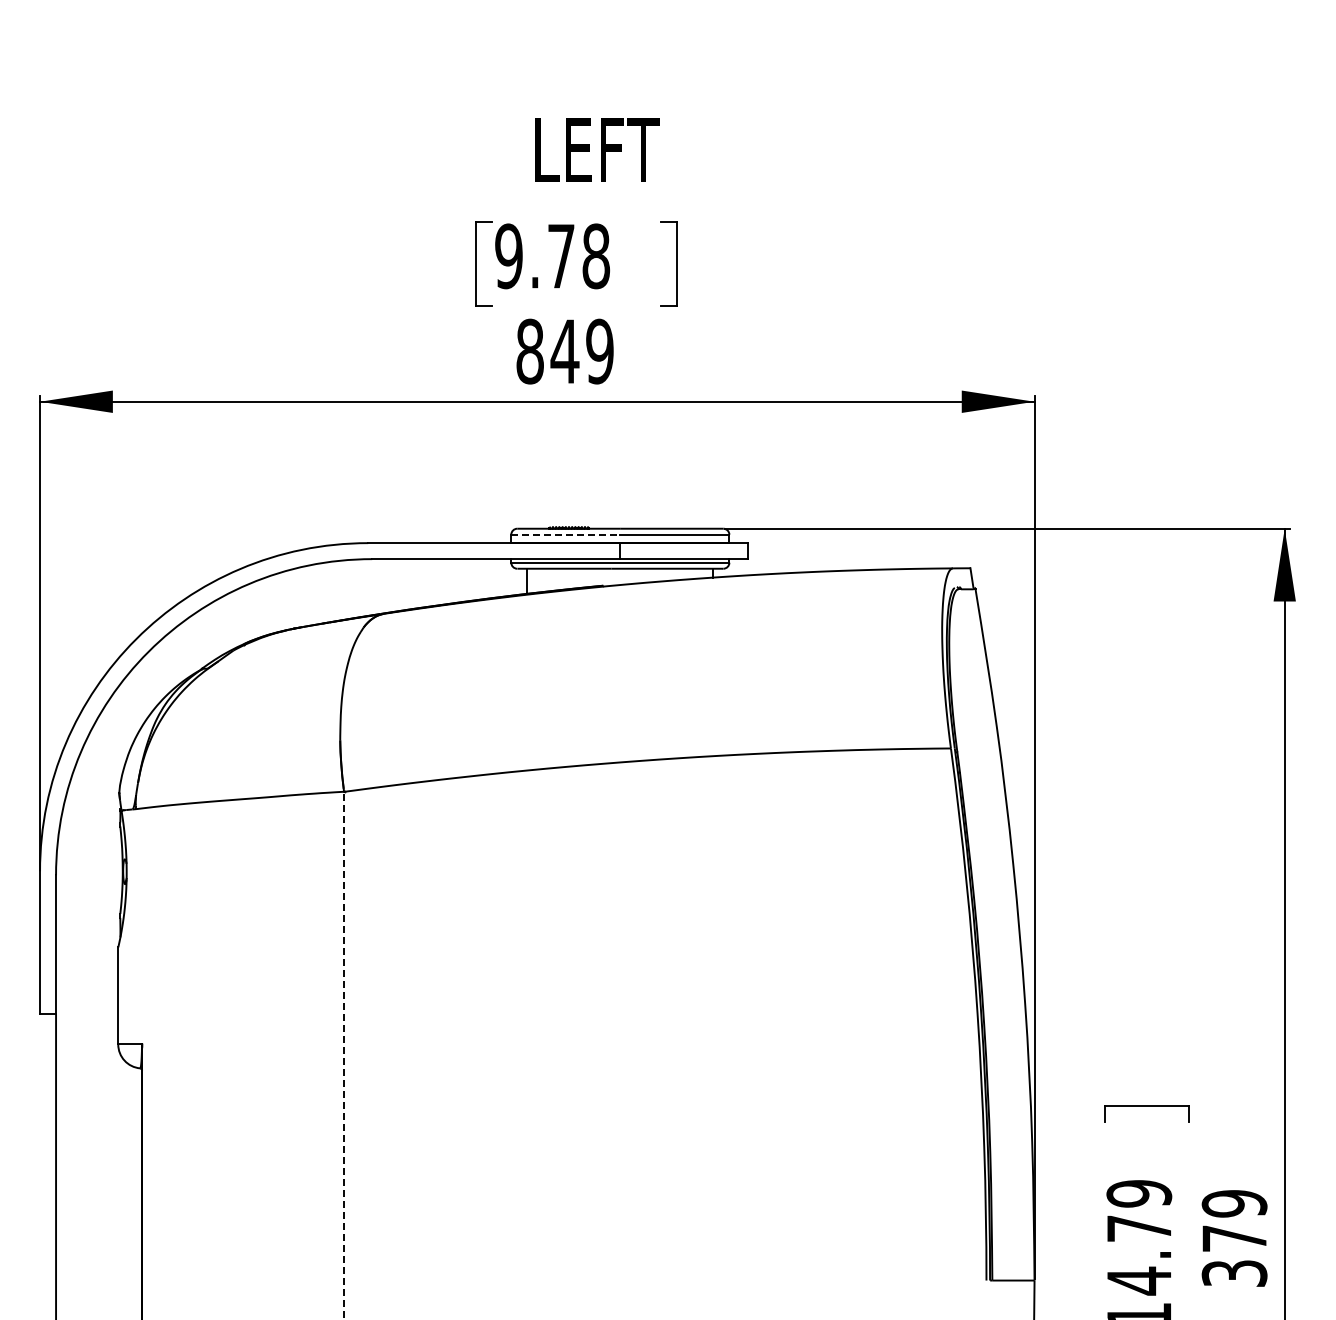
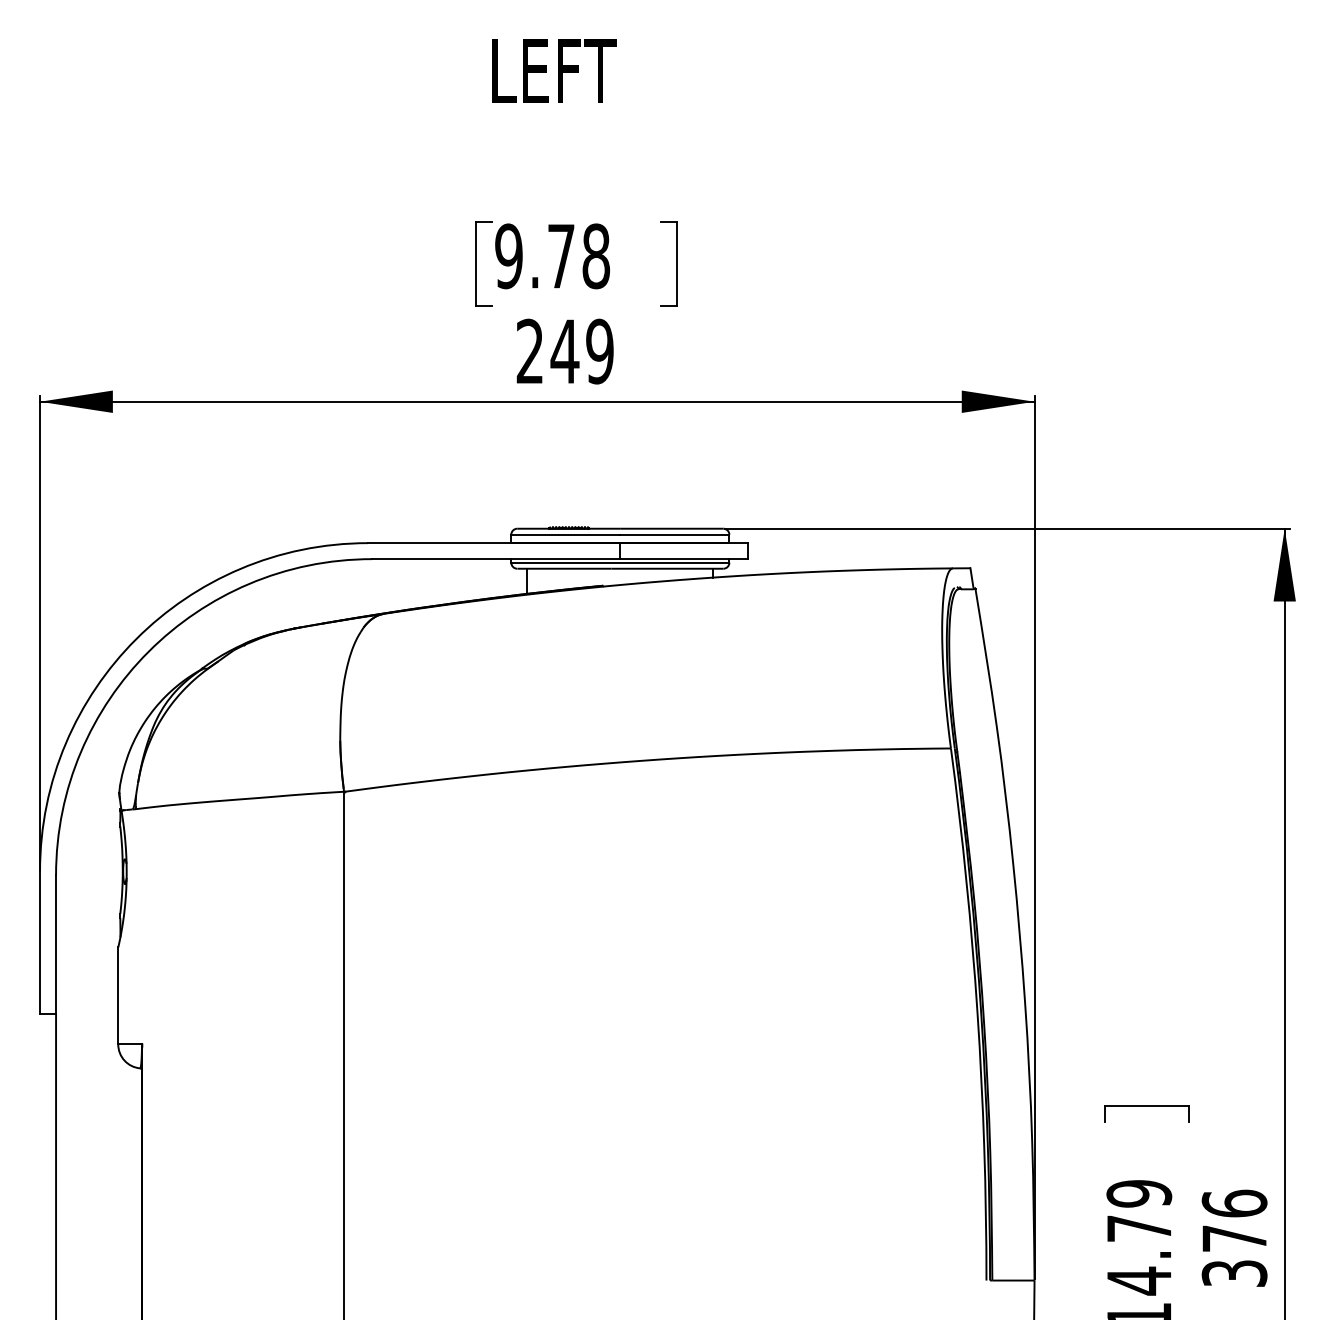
text at (597, 149) position: (597, 149) -> (554, 70)
text at (529, 351): 849 -> 249
line at (566, 534): dashed -> solid
line at (344, 1055): dashed -> solid
text at (1234, 1203): 379 -> 376
